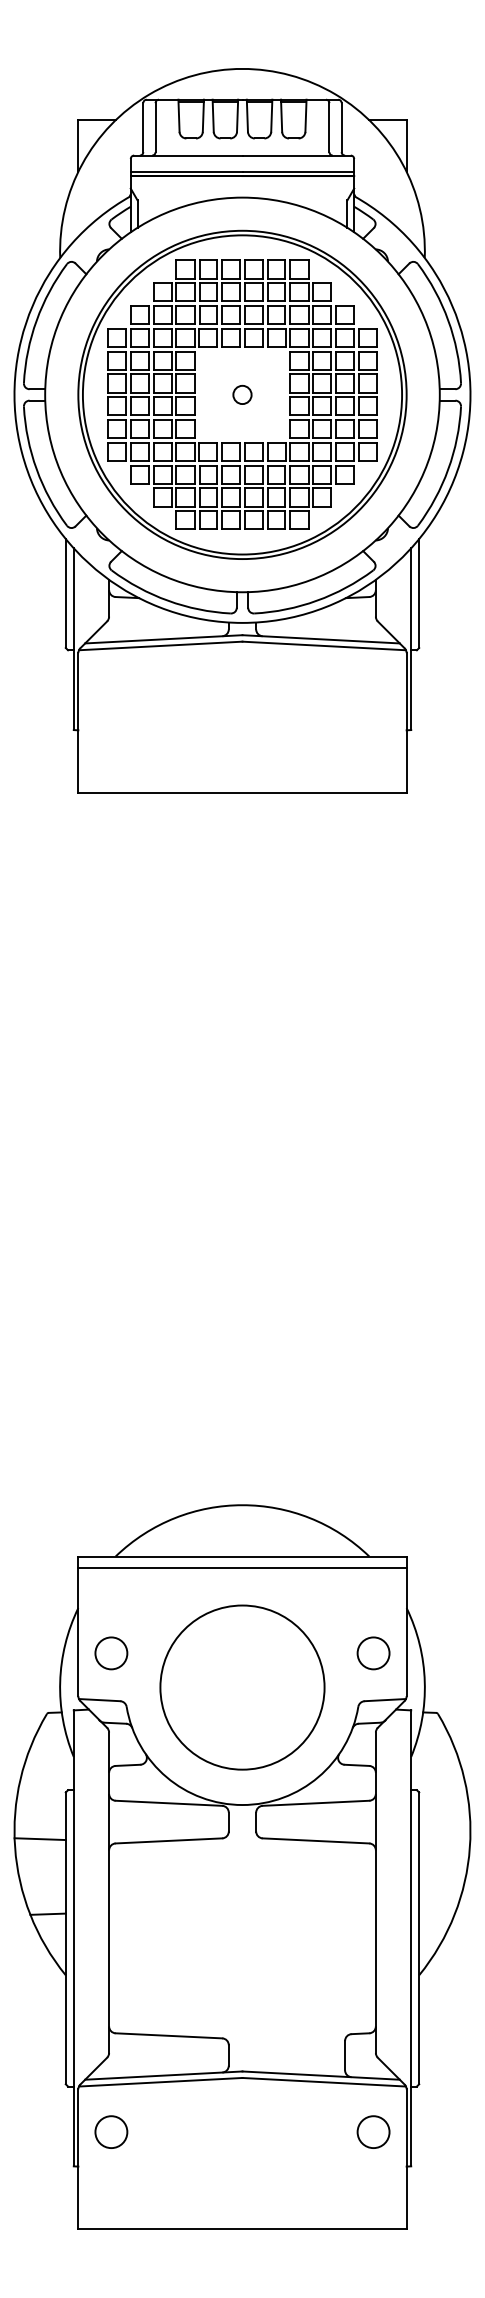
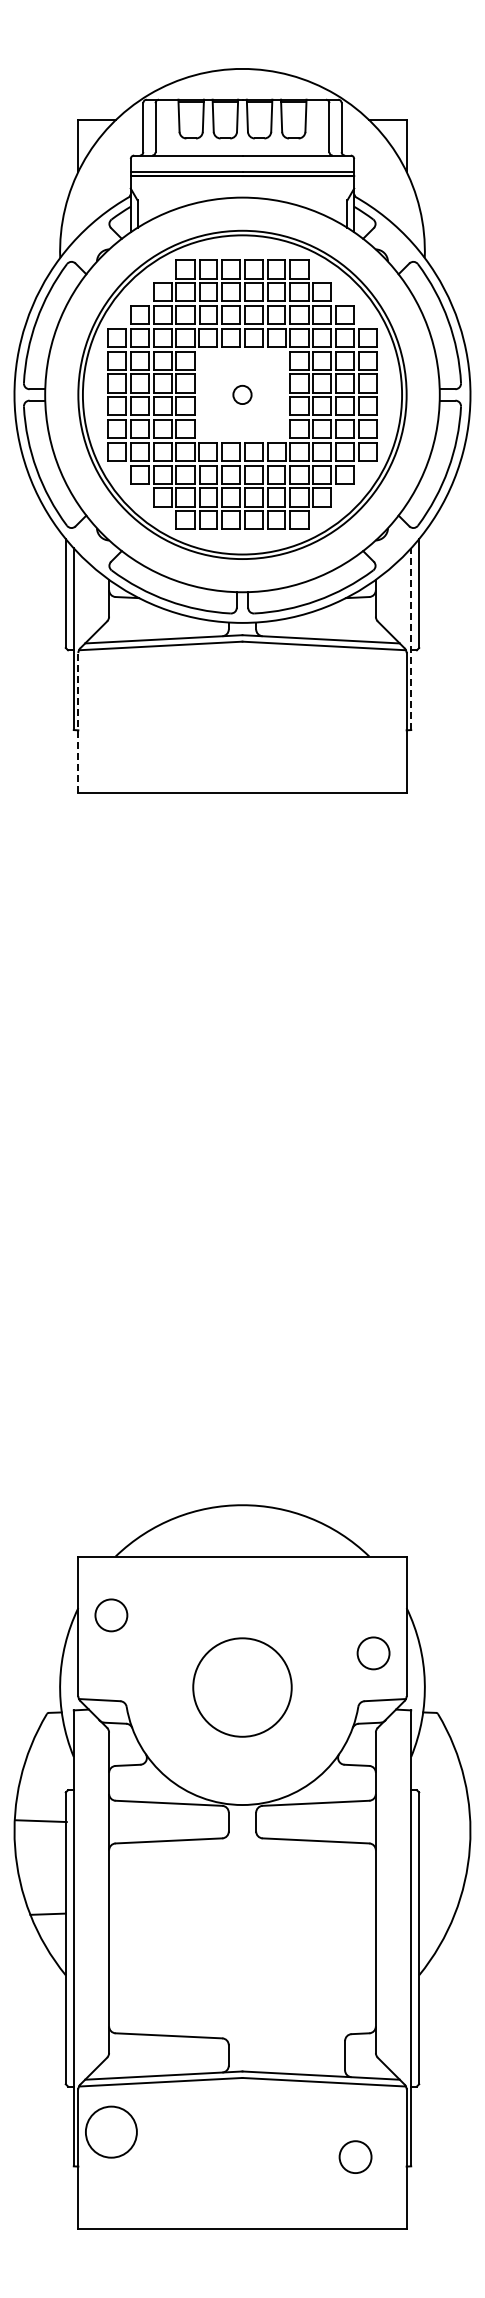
line at (411, 639): solid -> dashed
line at (78, 722): solid -> dashed
line at (242, 1567): present -> none
circle at (111, 1653) position: (111, 1653) -> (111, 1615)
circle at (242, 1687) size: 167x167 px -> 101x101 px
line at (39, 1839) position: (39, 1839) -> (40, 1821)
circle at (373, 2131) position: (373, 2131) -> (355, 2156)
circle at (111, 2132) diameter: 32 px -> 51 px
